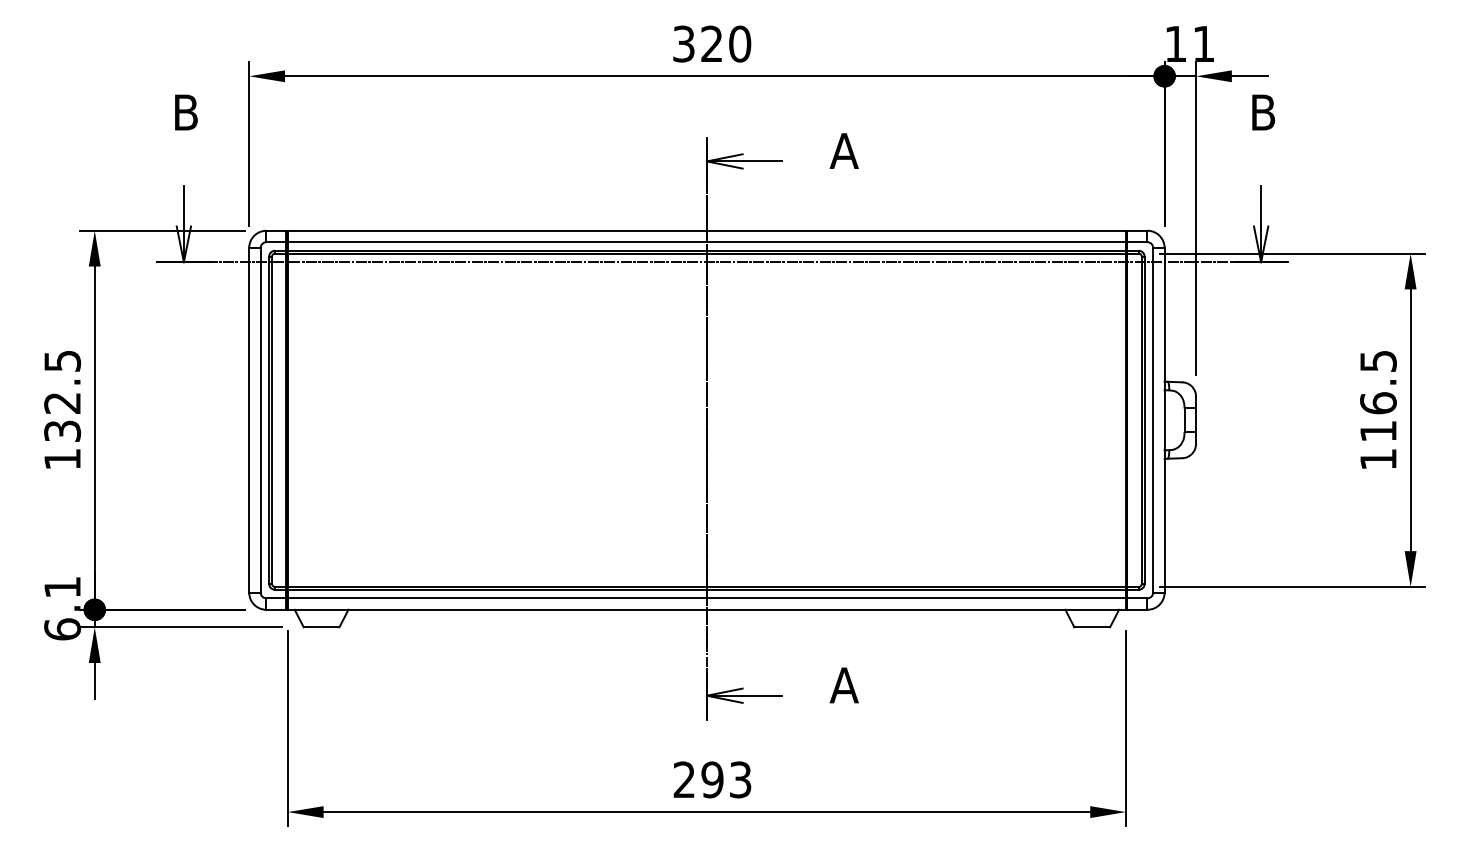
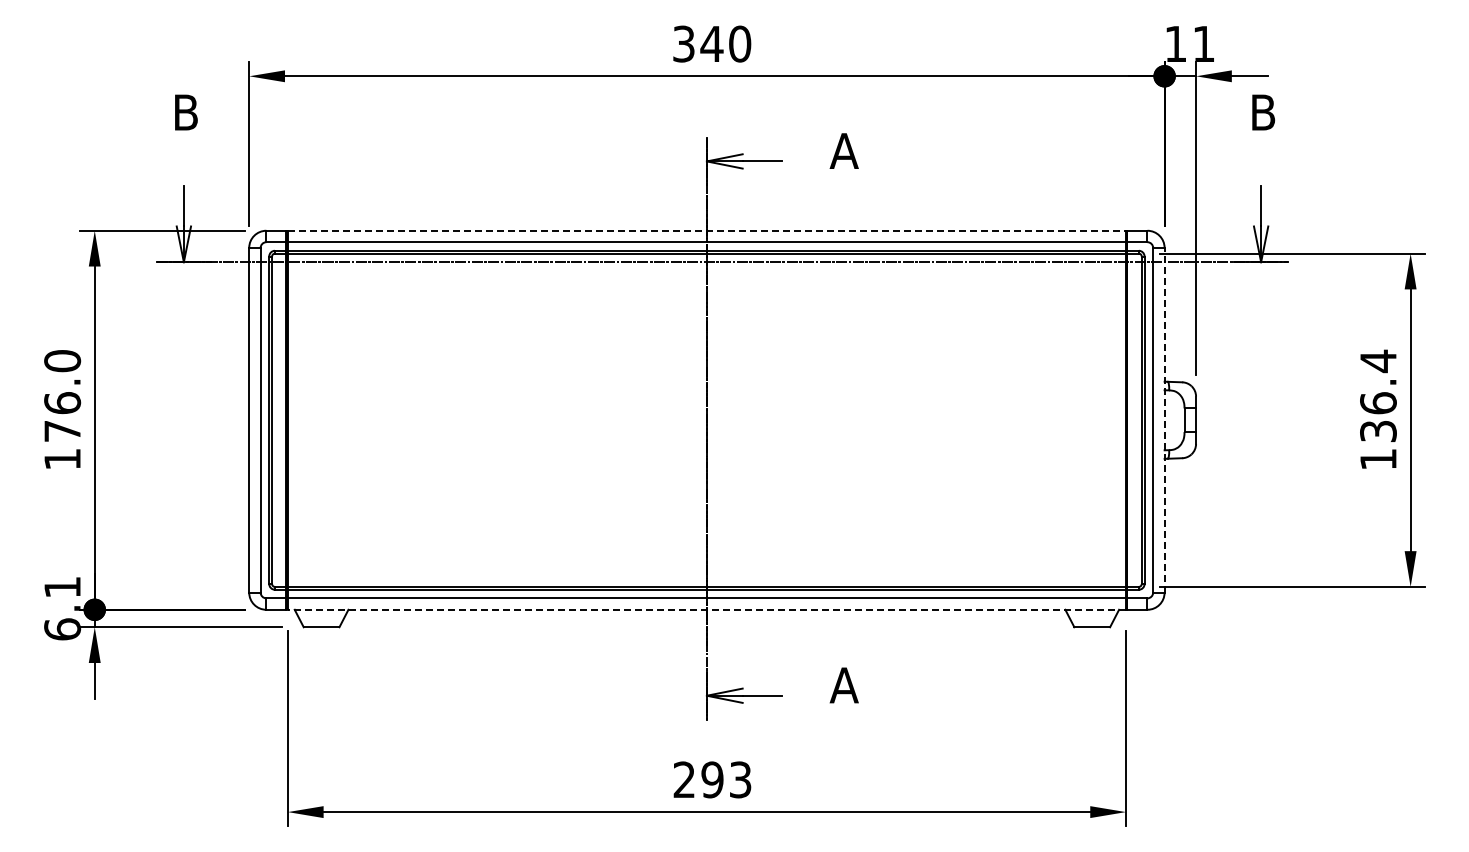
text at (711, 43): 320 -> 340
line at (707, 230): solid -> dashed
text at (62, 395): 132.5 -> 176.0
text at (1378, 395): 116.5 -> 136.4
line at (1164, 419): solid -> dashed
line at (706, 609): solid -> dashed
